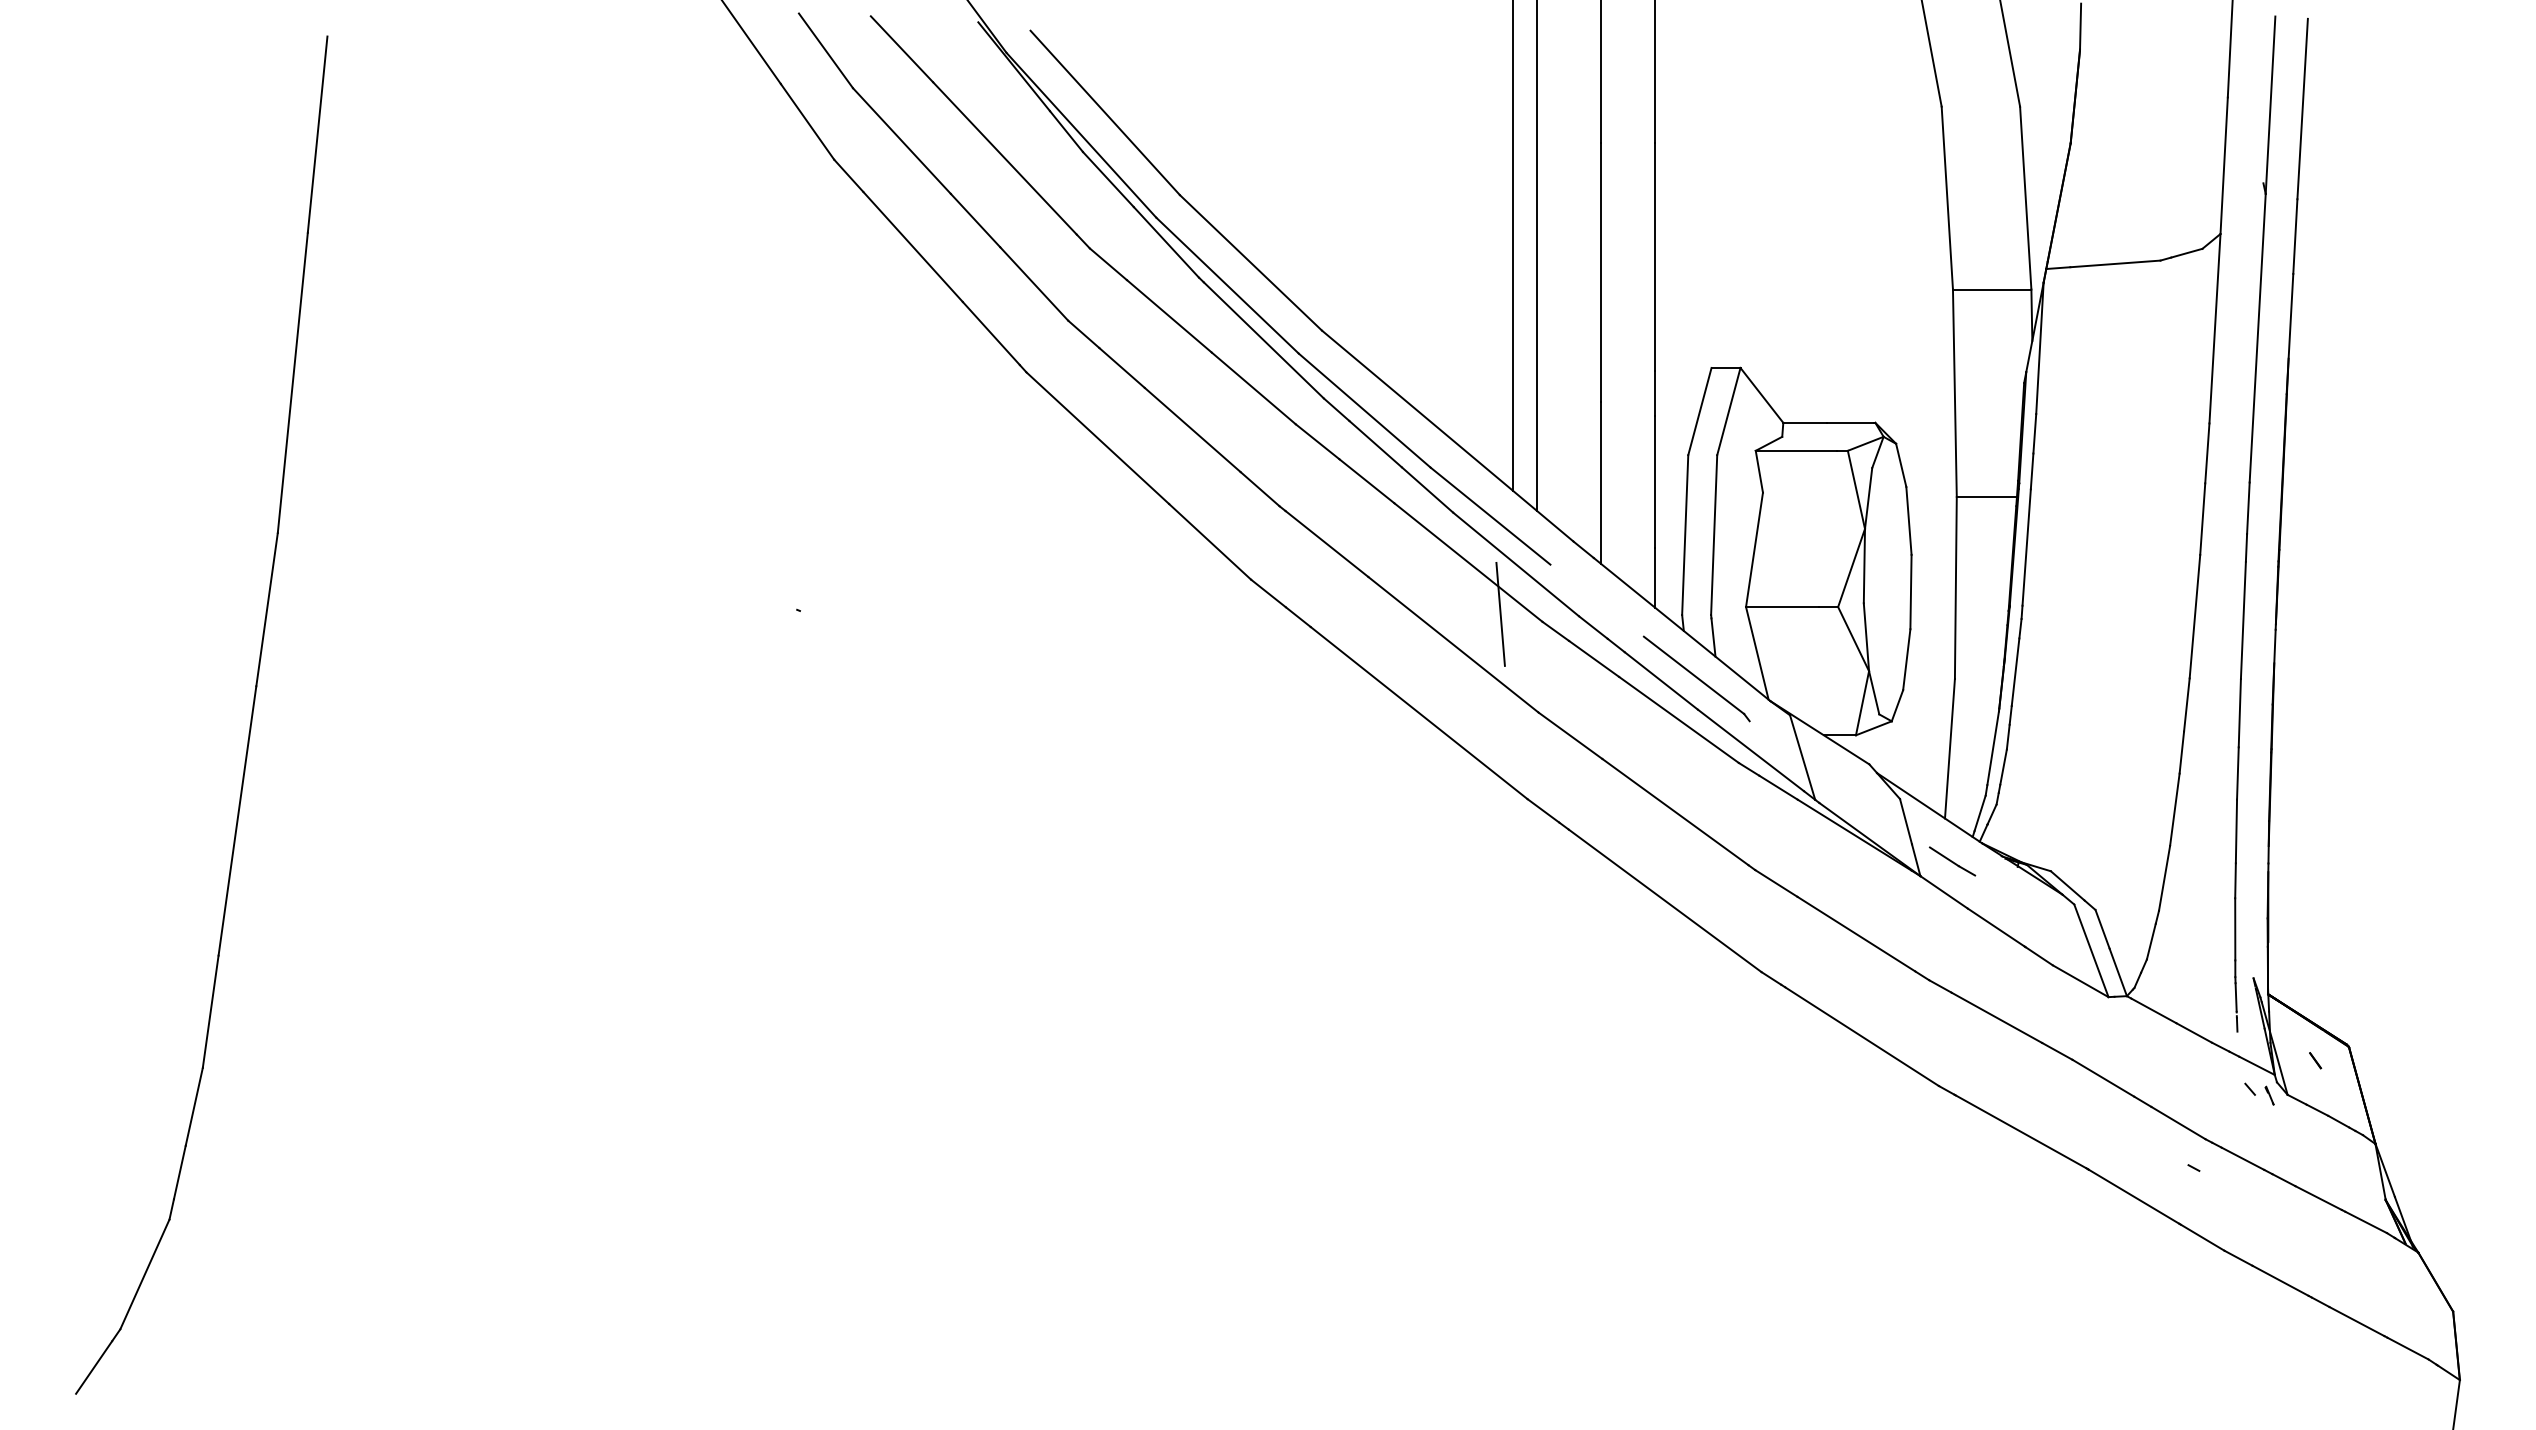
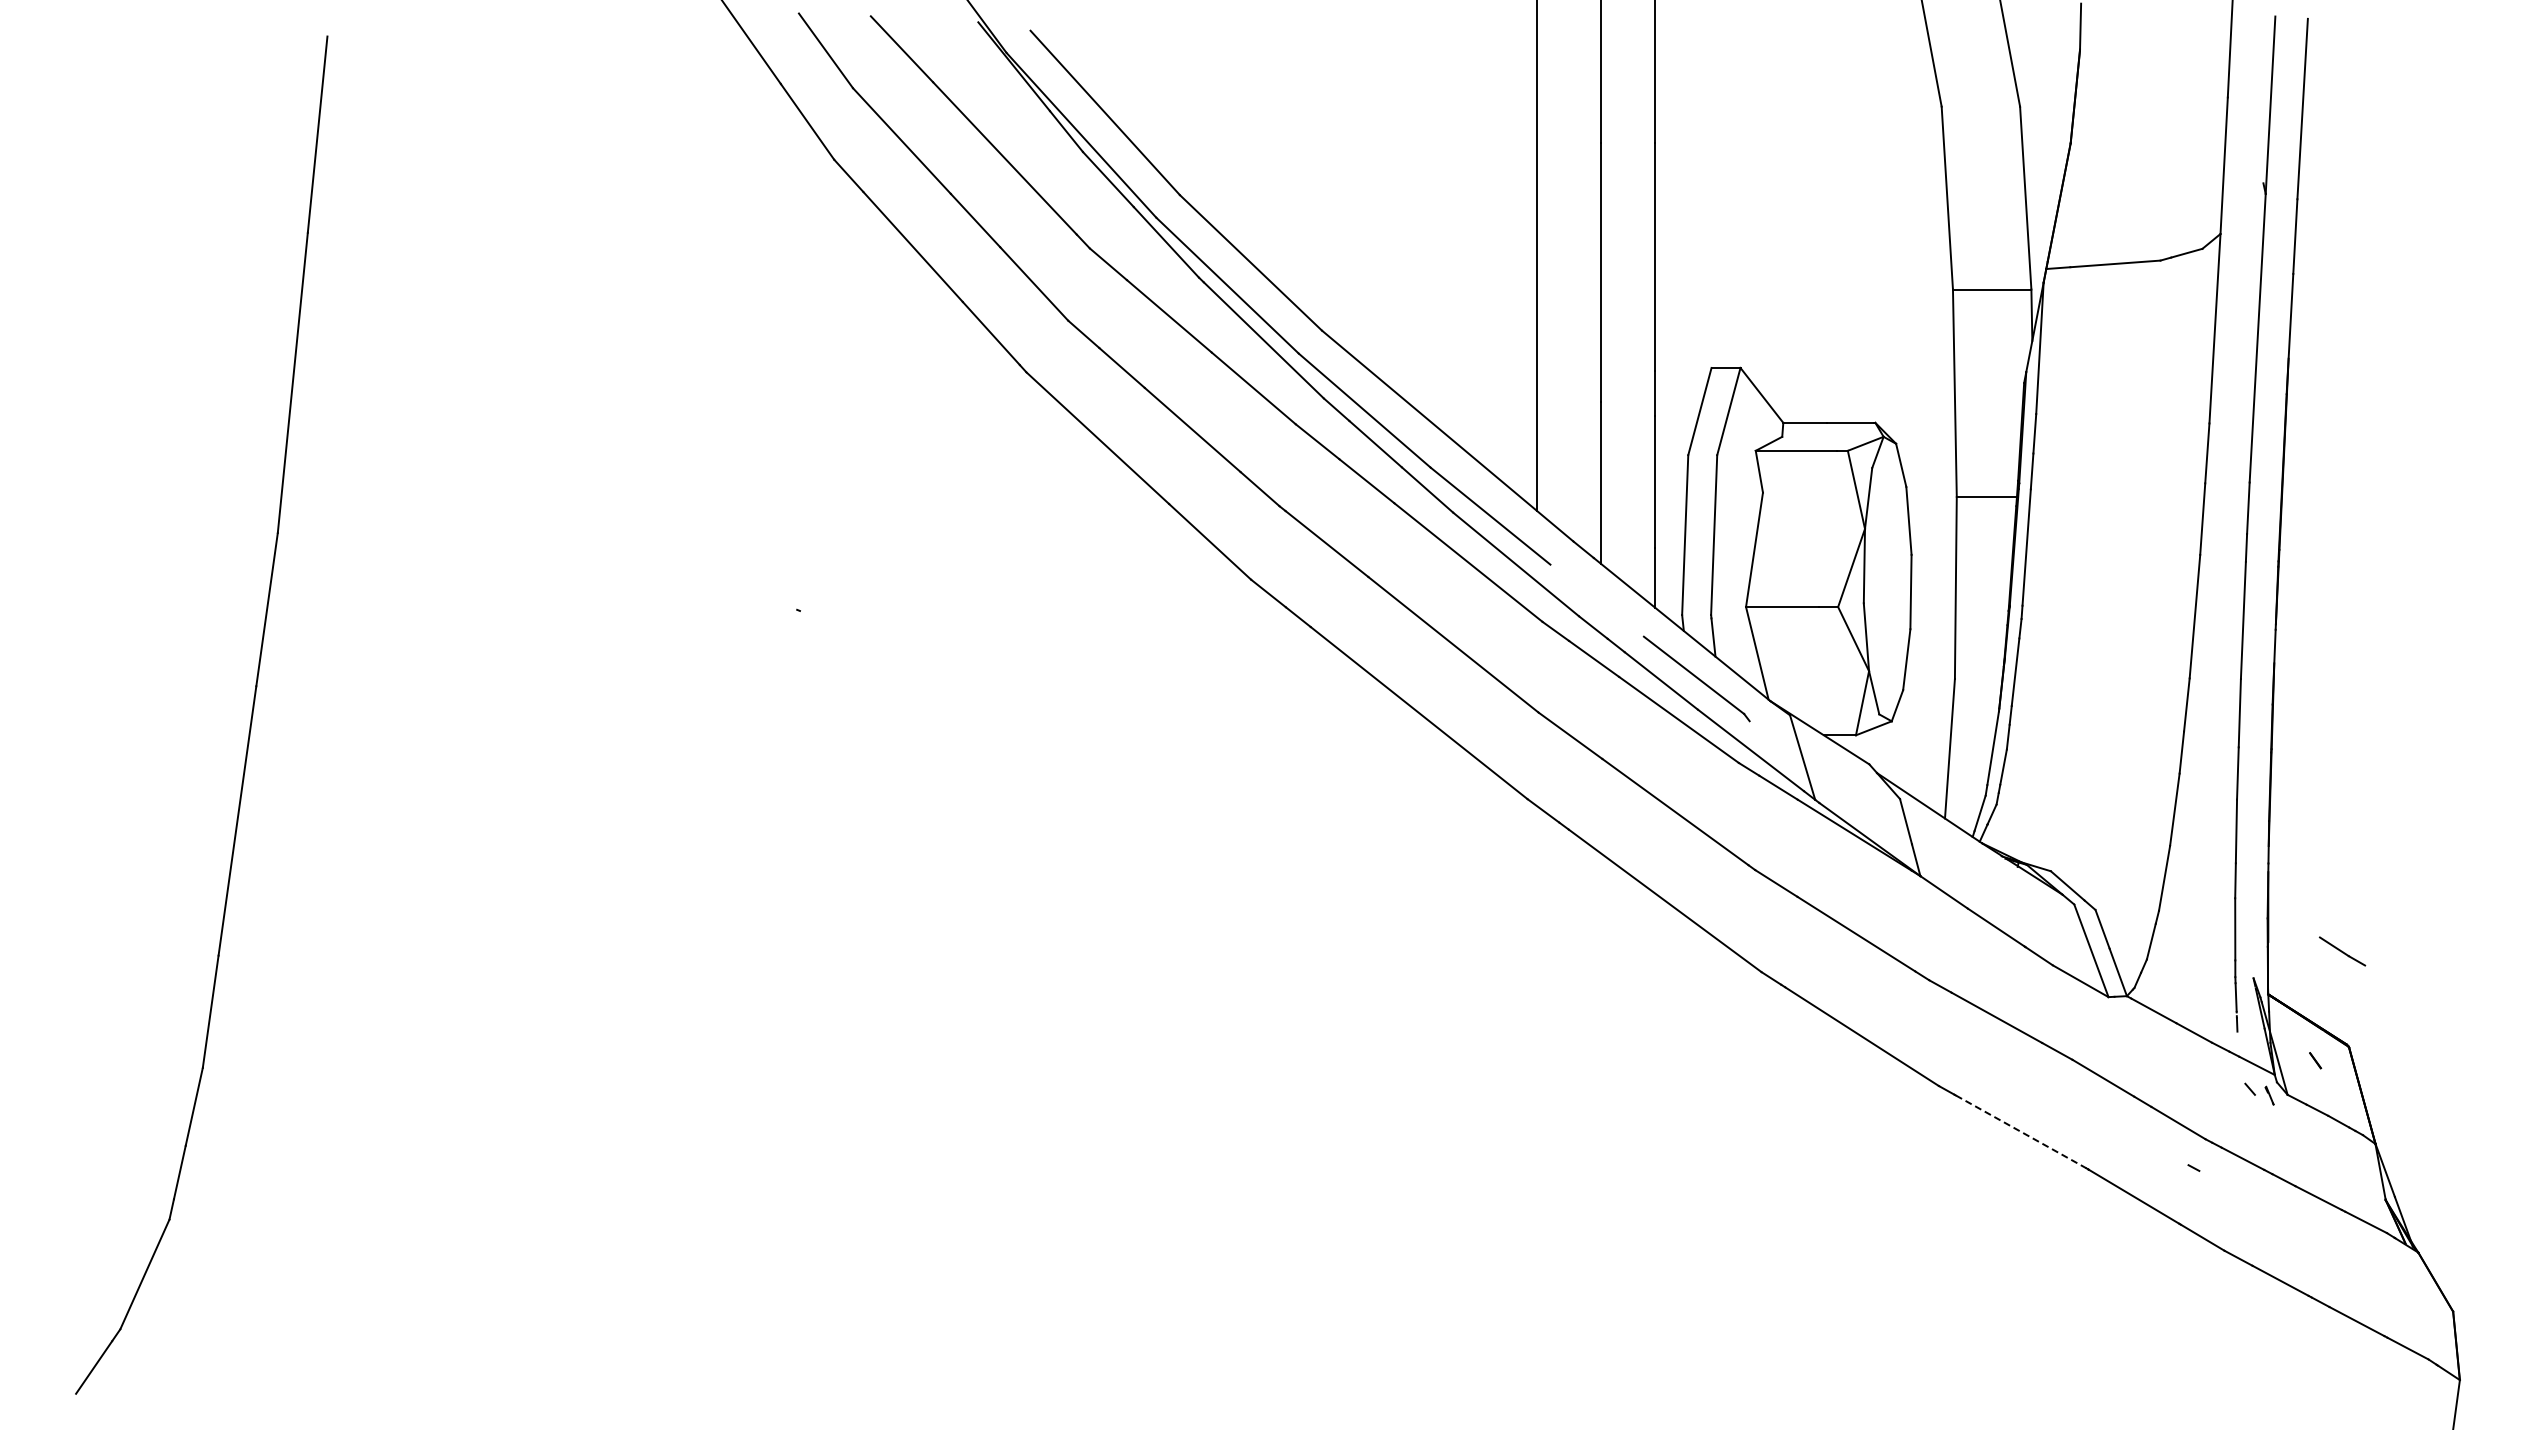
line at (1513, 246): present -> none
line at (1500, 613): present -> none
line at (1952, 861) position: (1952, 861) -> (2342, 951)
line at (2021, 1131): solid -> dashed
